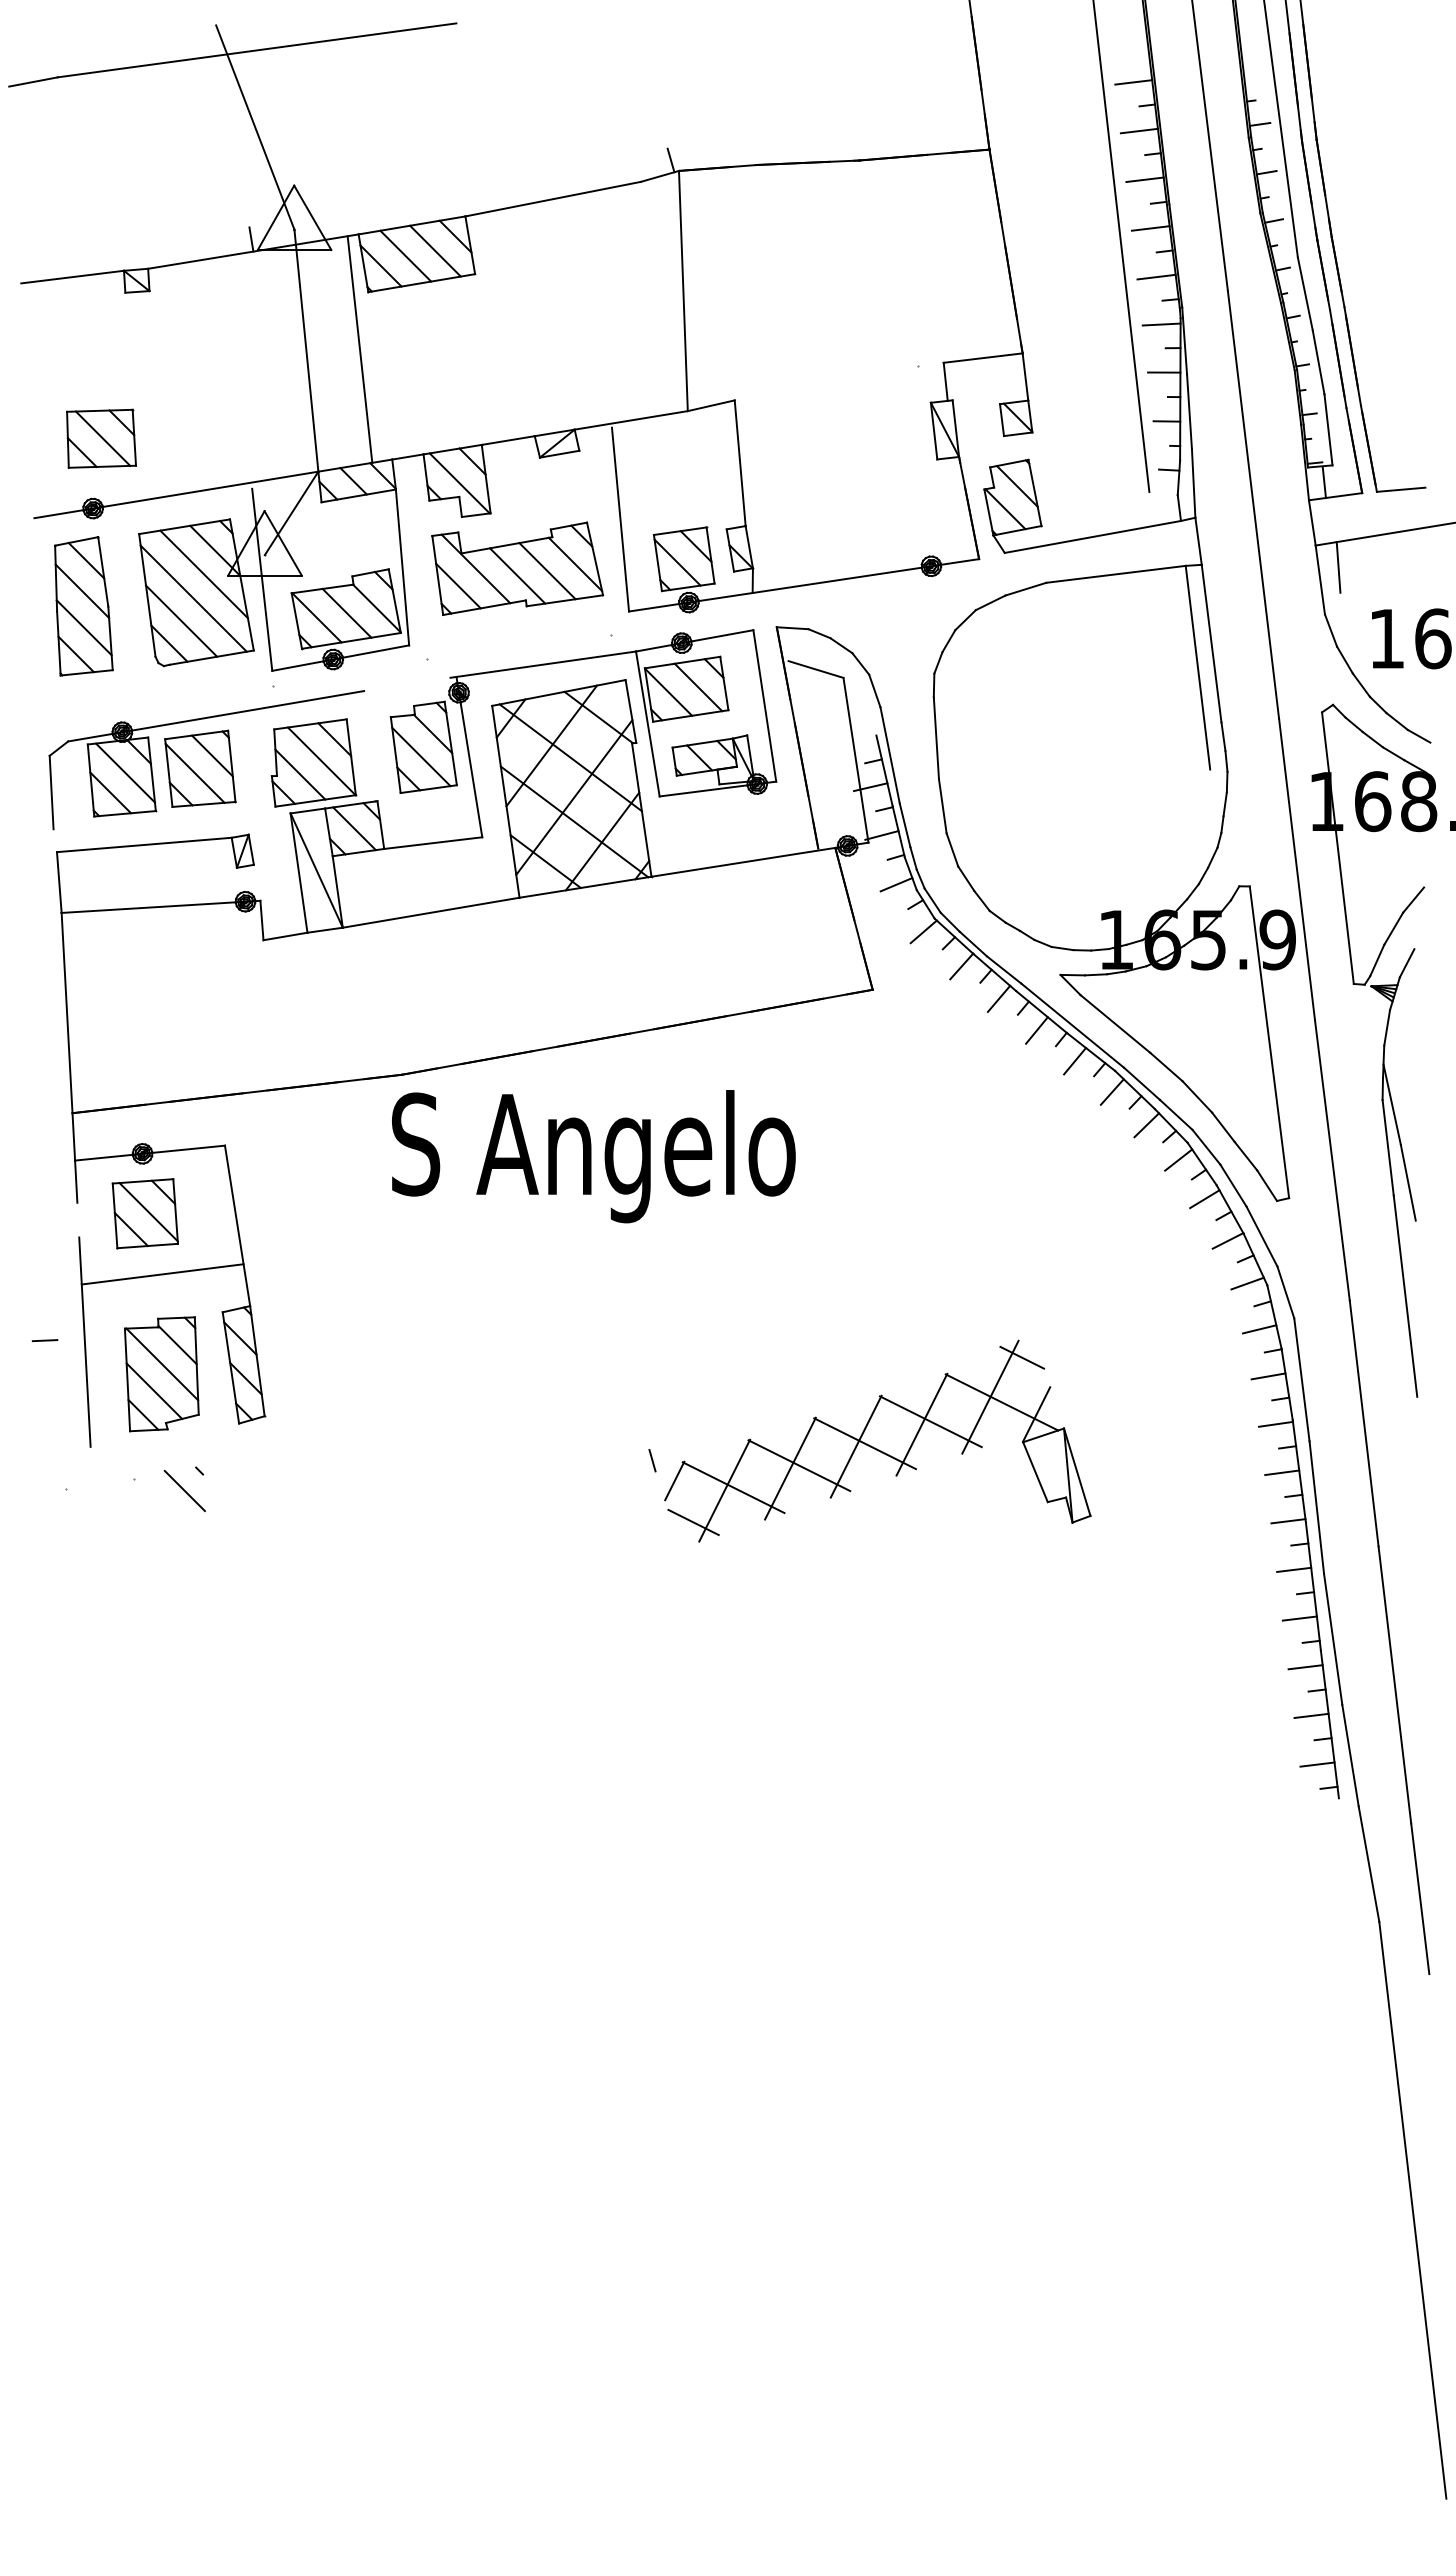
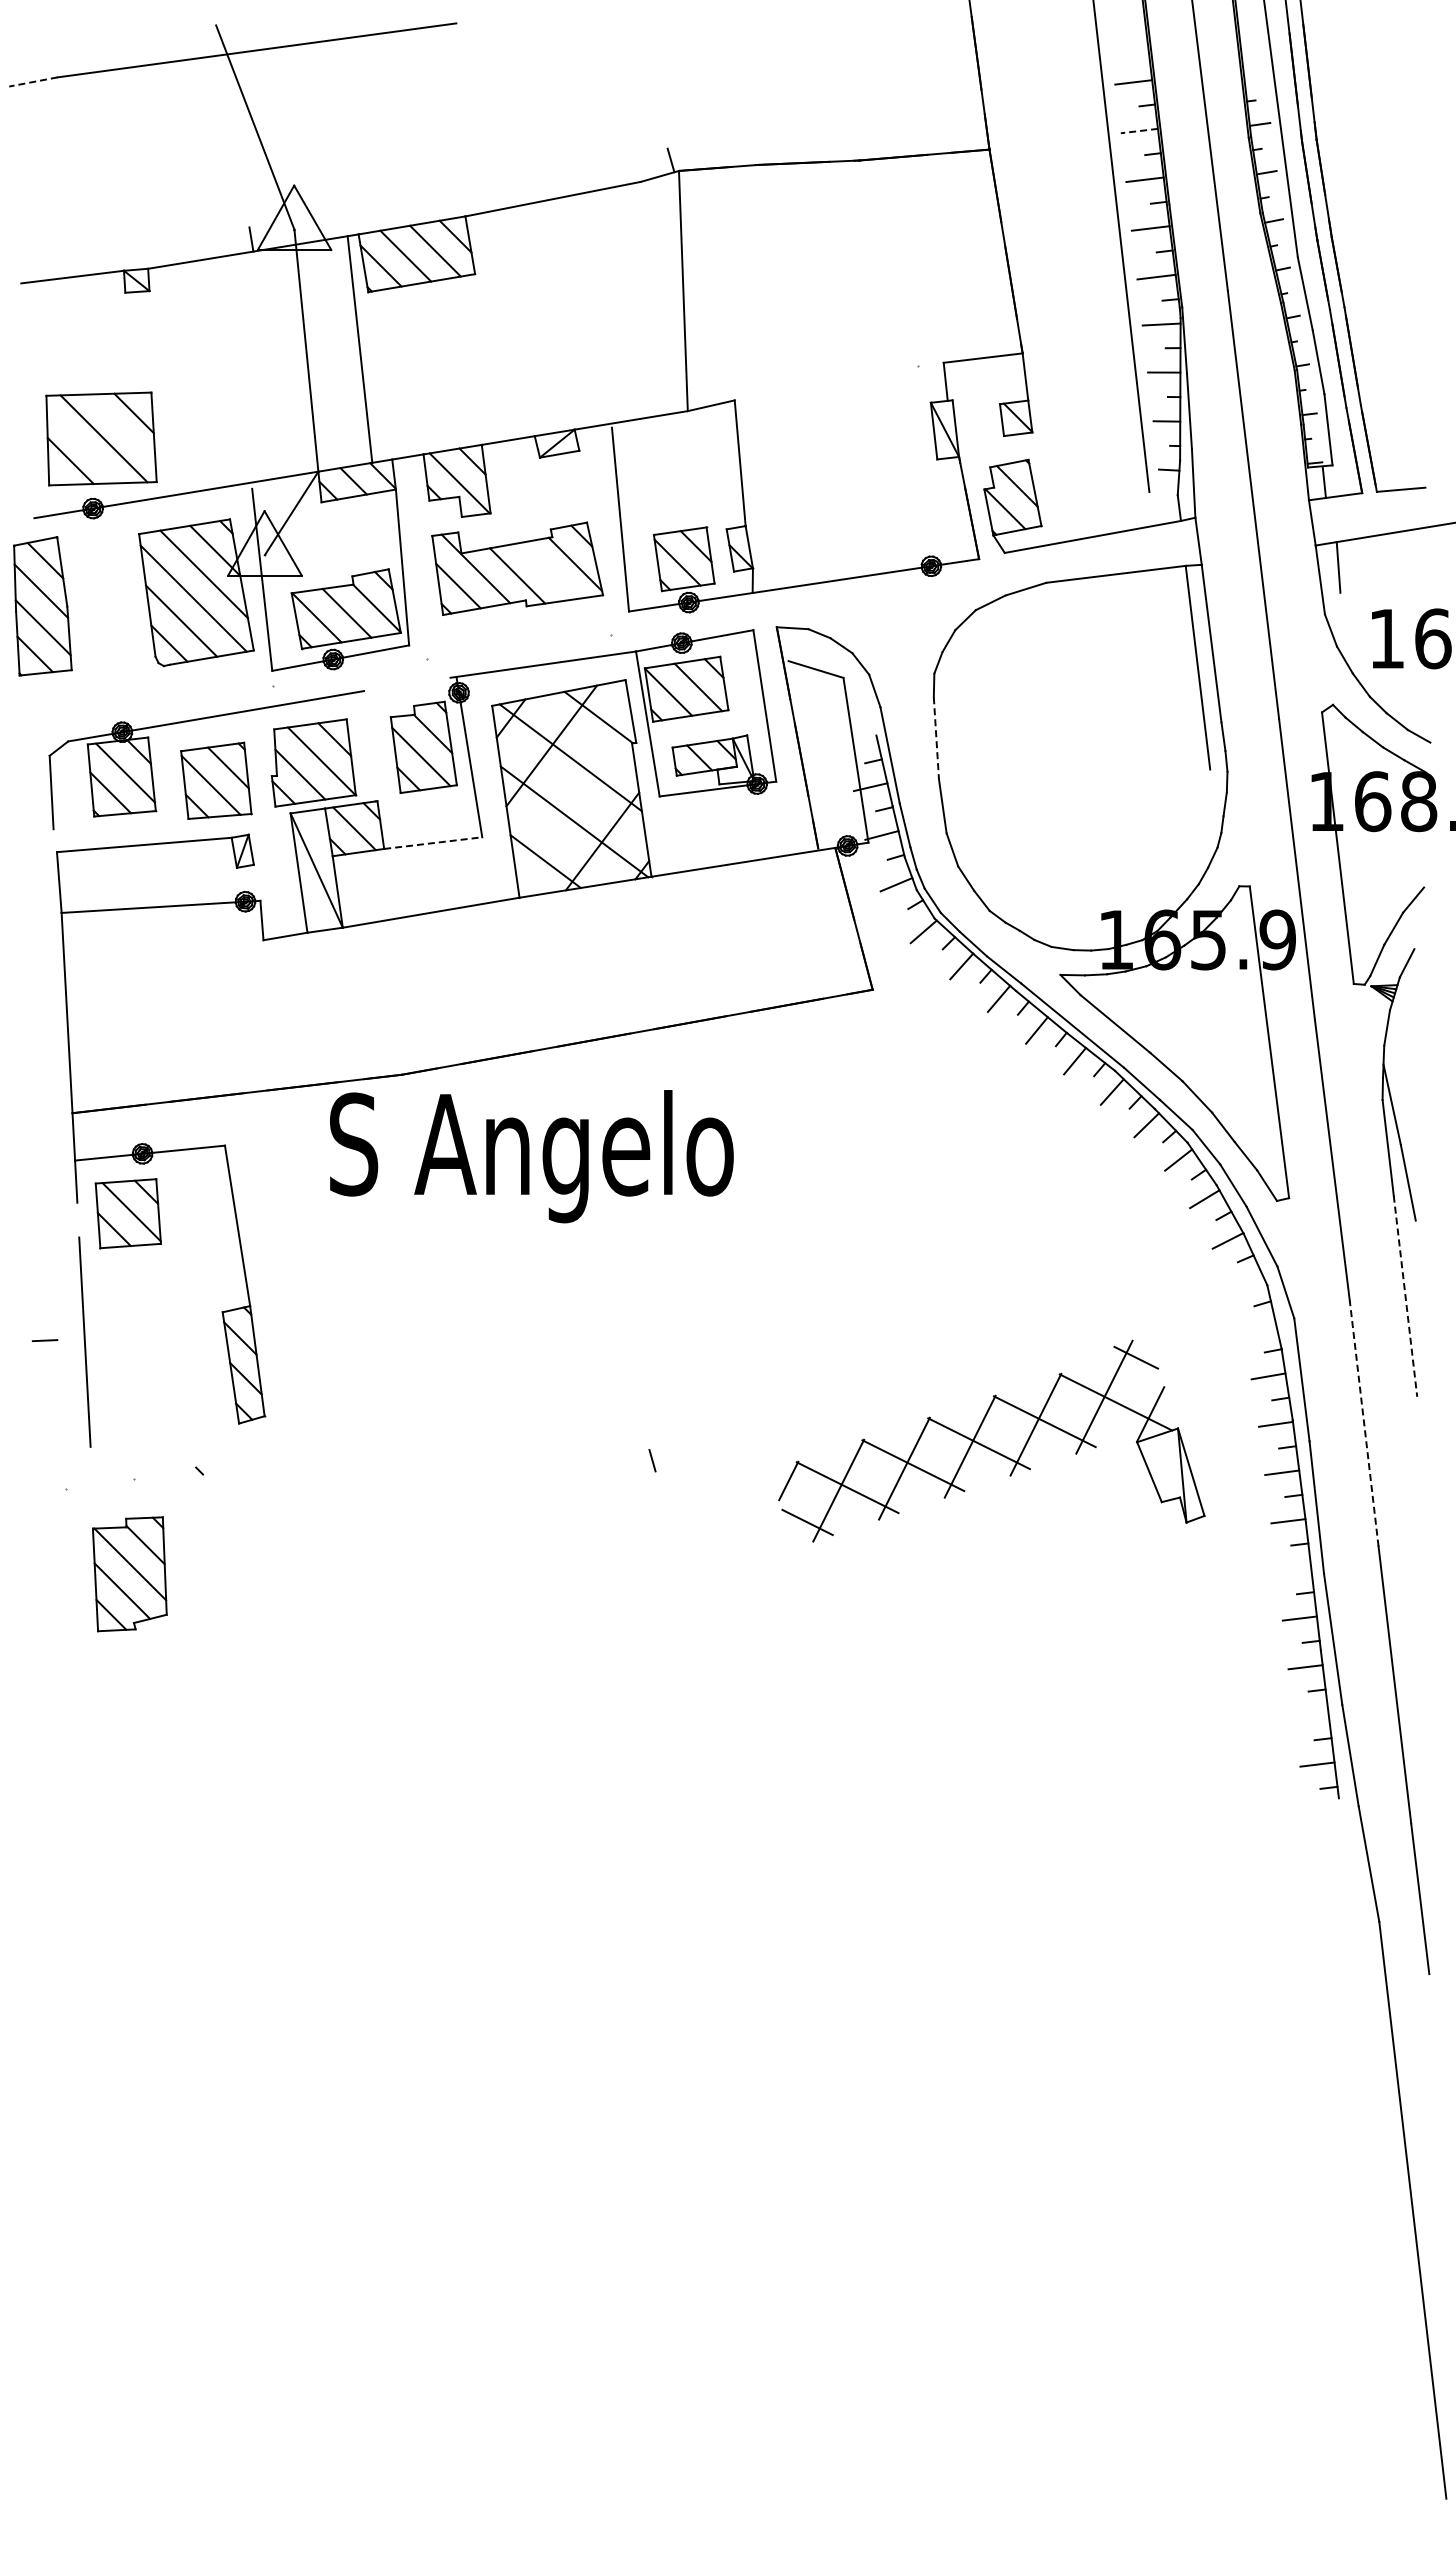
line at (33, 81): solid -> dashed
line at (1139, 131): solid -> dashed
part at (101, 438) size: 71x61 px -> 113x96 px
line at (547, 571): present -> none
part at (83, 606) position: (83, 606) -> (42, 606)
line at (936, 738): solid -> dashed
part at (200, 768) position: (200, 768) -> (216, 780)
line at (574, 797): present -> none
line at (433, 843): solid -> dashed
text at (593, 1156) position: (593, 1156) -> (531, 1156)
part at (144, 1213) position: (144, 1213) -> (127, 1213)
line at (162, 1274): present -> none
line at (1247, 1283): present -> none
line at (1405, 1296): solid -> dashed
line at (1259, 1329): present -> none
part at (161, 1374) position: (161, 1374) -> (129, 1574)
line at (1364, 1423): solid -> dashed
part at (877, 1440) position: (877, 1440) -> (991, 1440)
line at (184, 1490): present -> none
line at (1294, 1569): present -> none
line at (1311, 1715): present -> none
